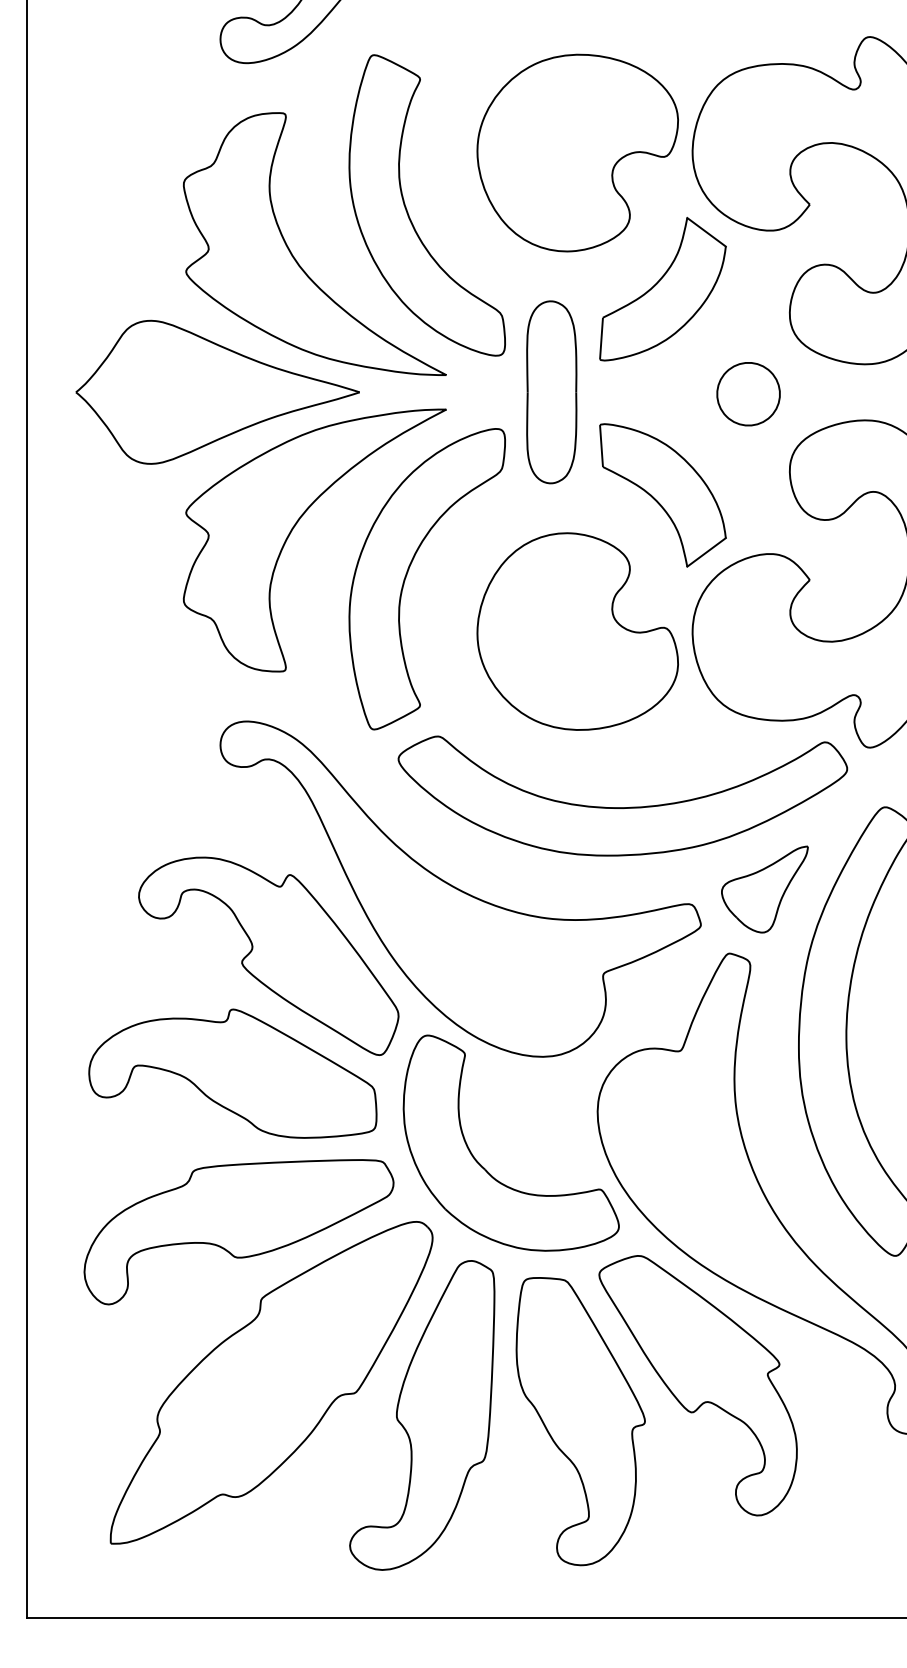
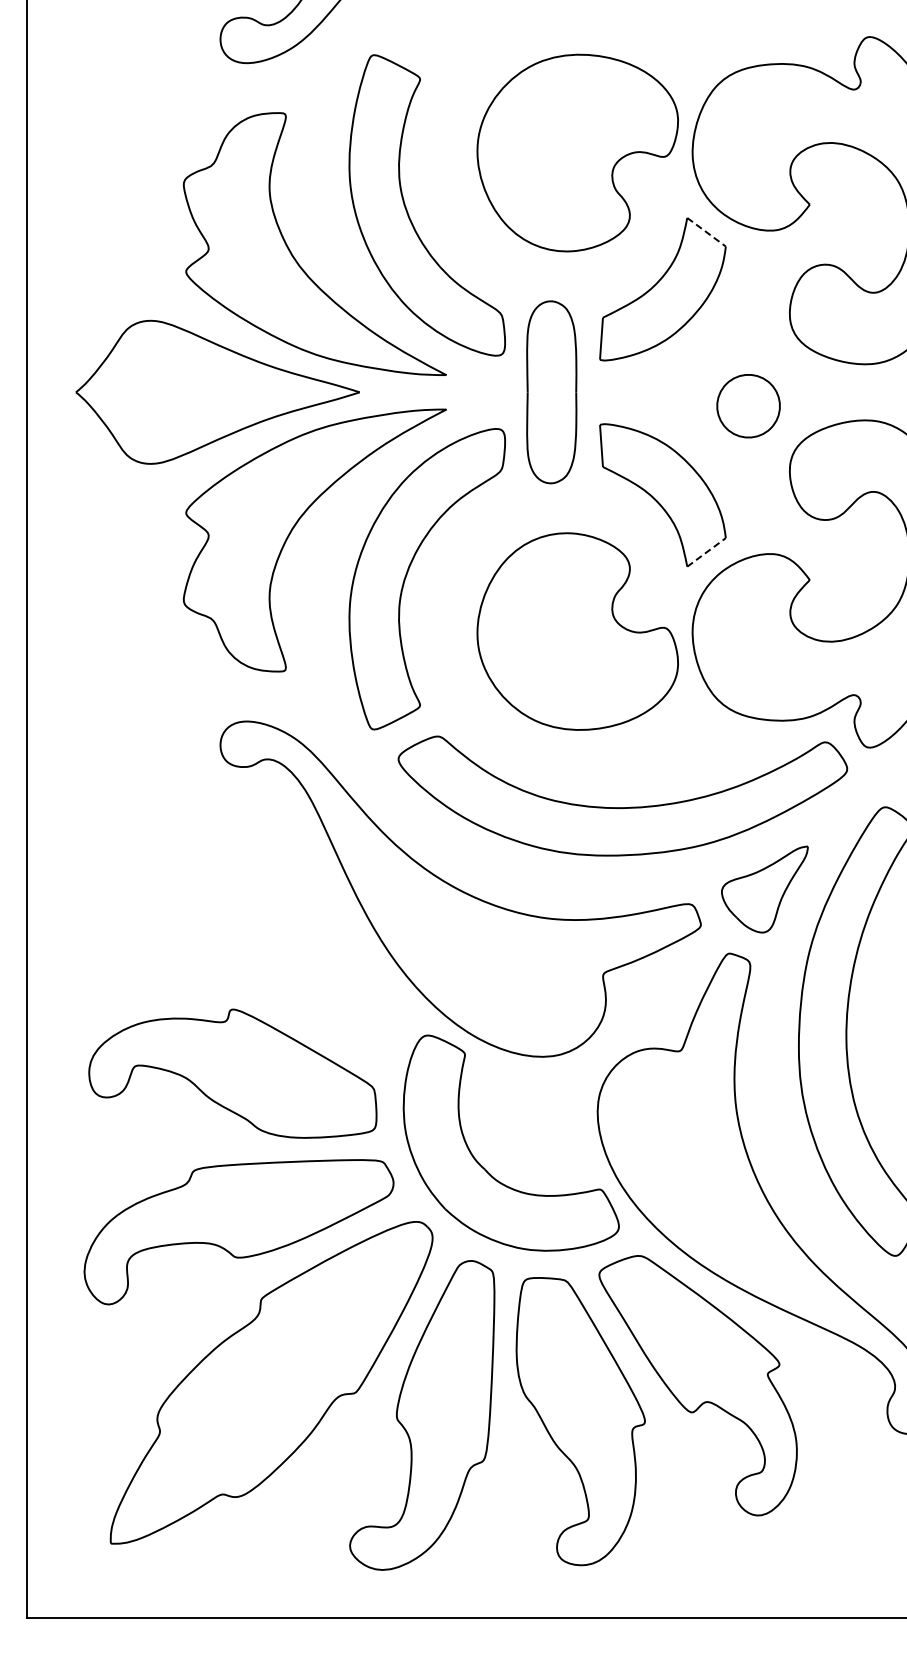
line at (706, 232): solid -> dashed
part at (748, 394) position: (748, 394) -> (748, 406)
line at (706, 552): solid -> dashed
part at (268, 955): present -> none
